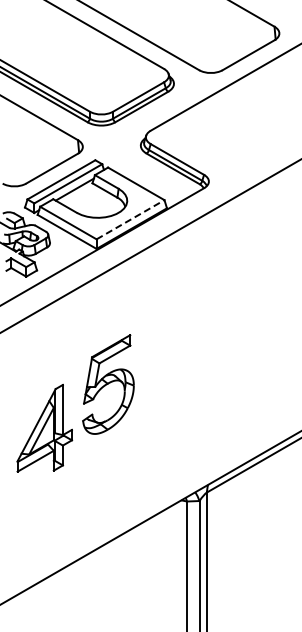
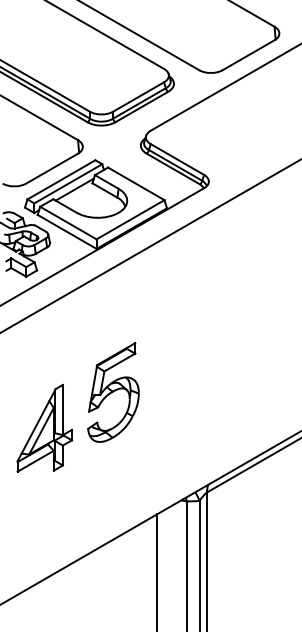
line at (130, 219): dashed -> solid
part at (108, 384) position: (108, 384) -> (113, 392)
line at (156, 571): none -> present
